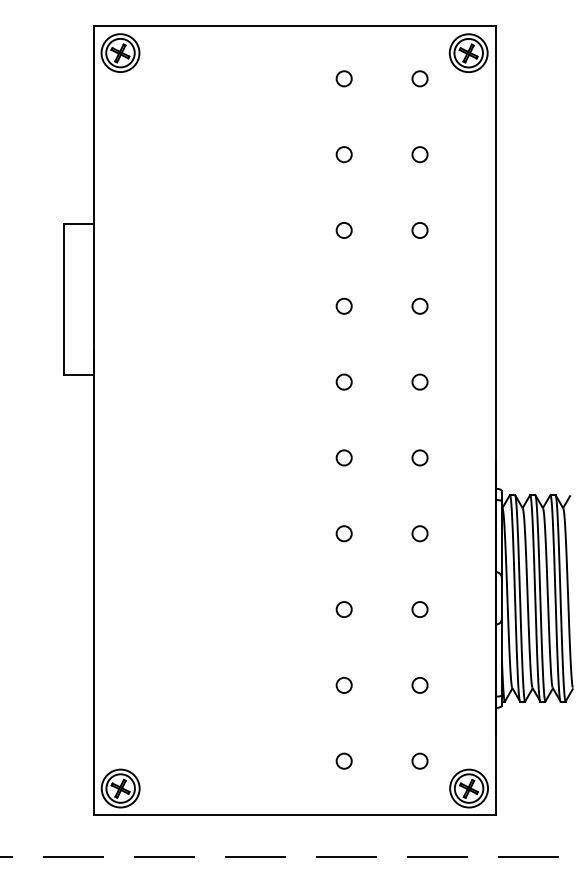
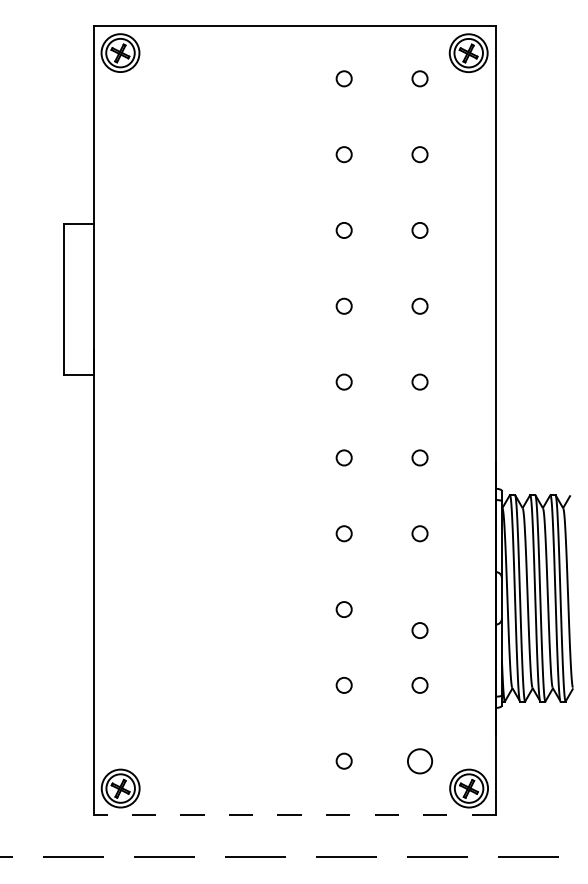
circle at (419, 609) position: (419, 609) -> (419, 630)
circle at (419, 760) size: 18x18 px -> 26x27 px
line at (294, 815): solid -> dashed
